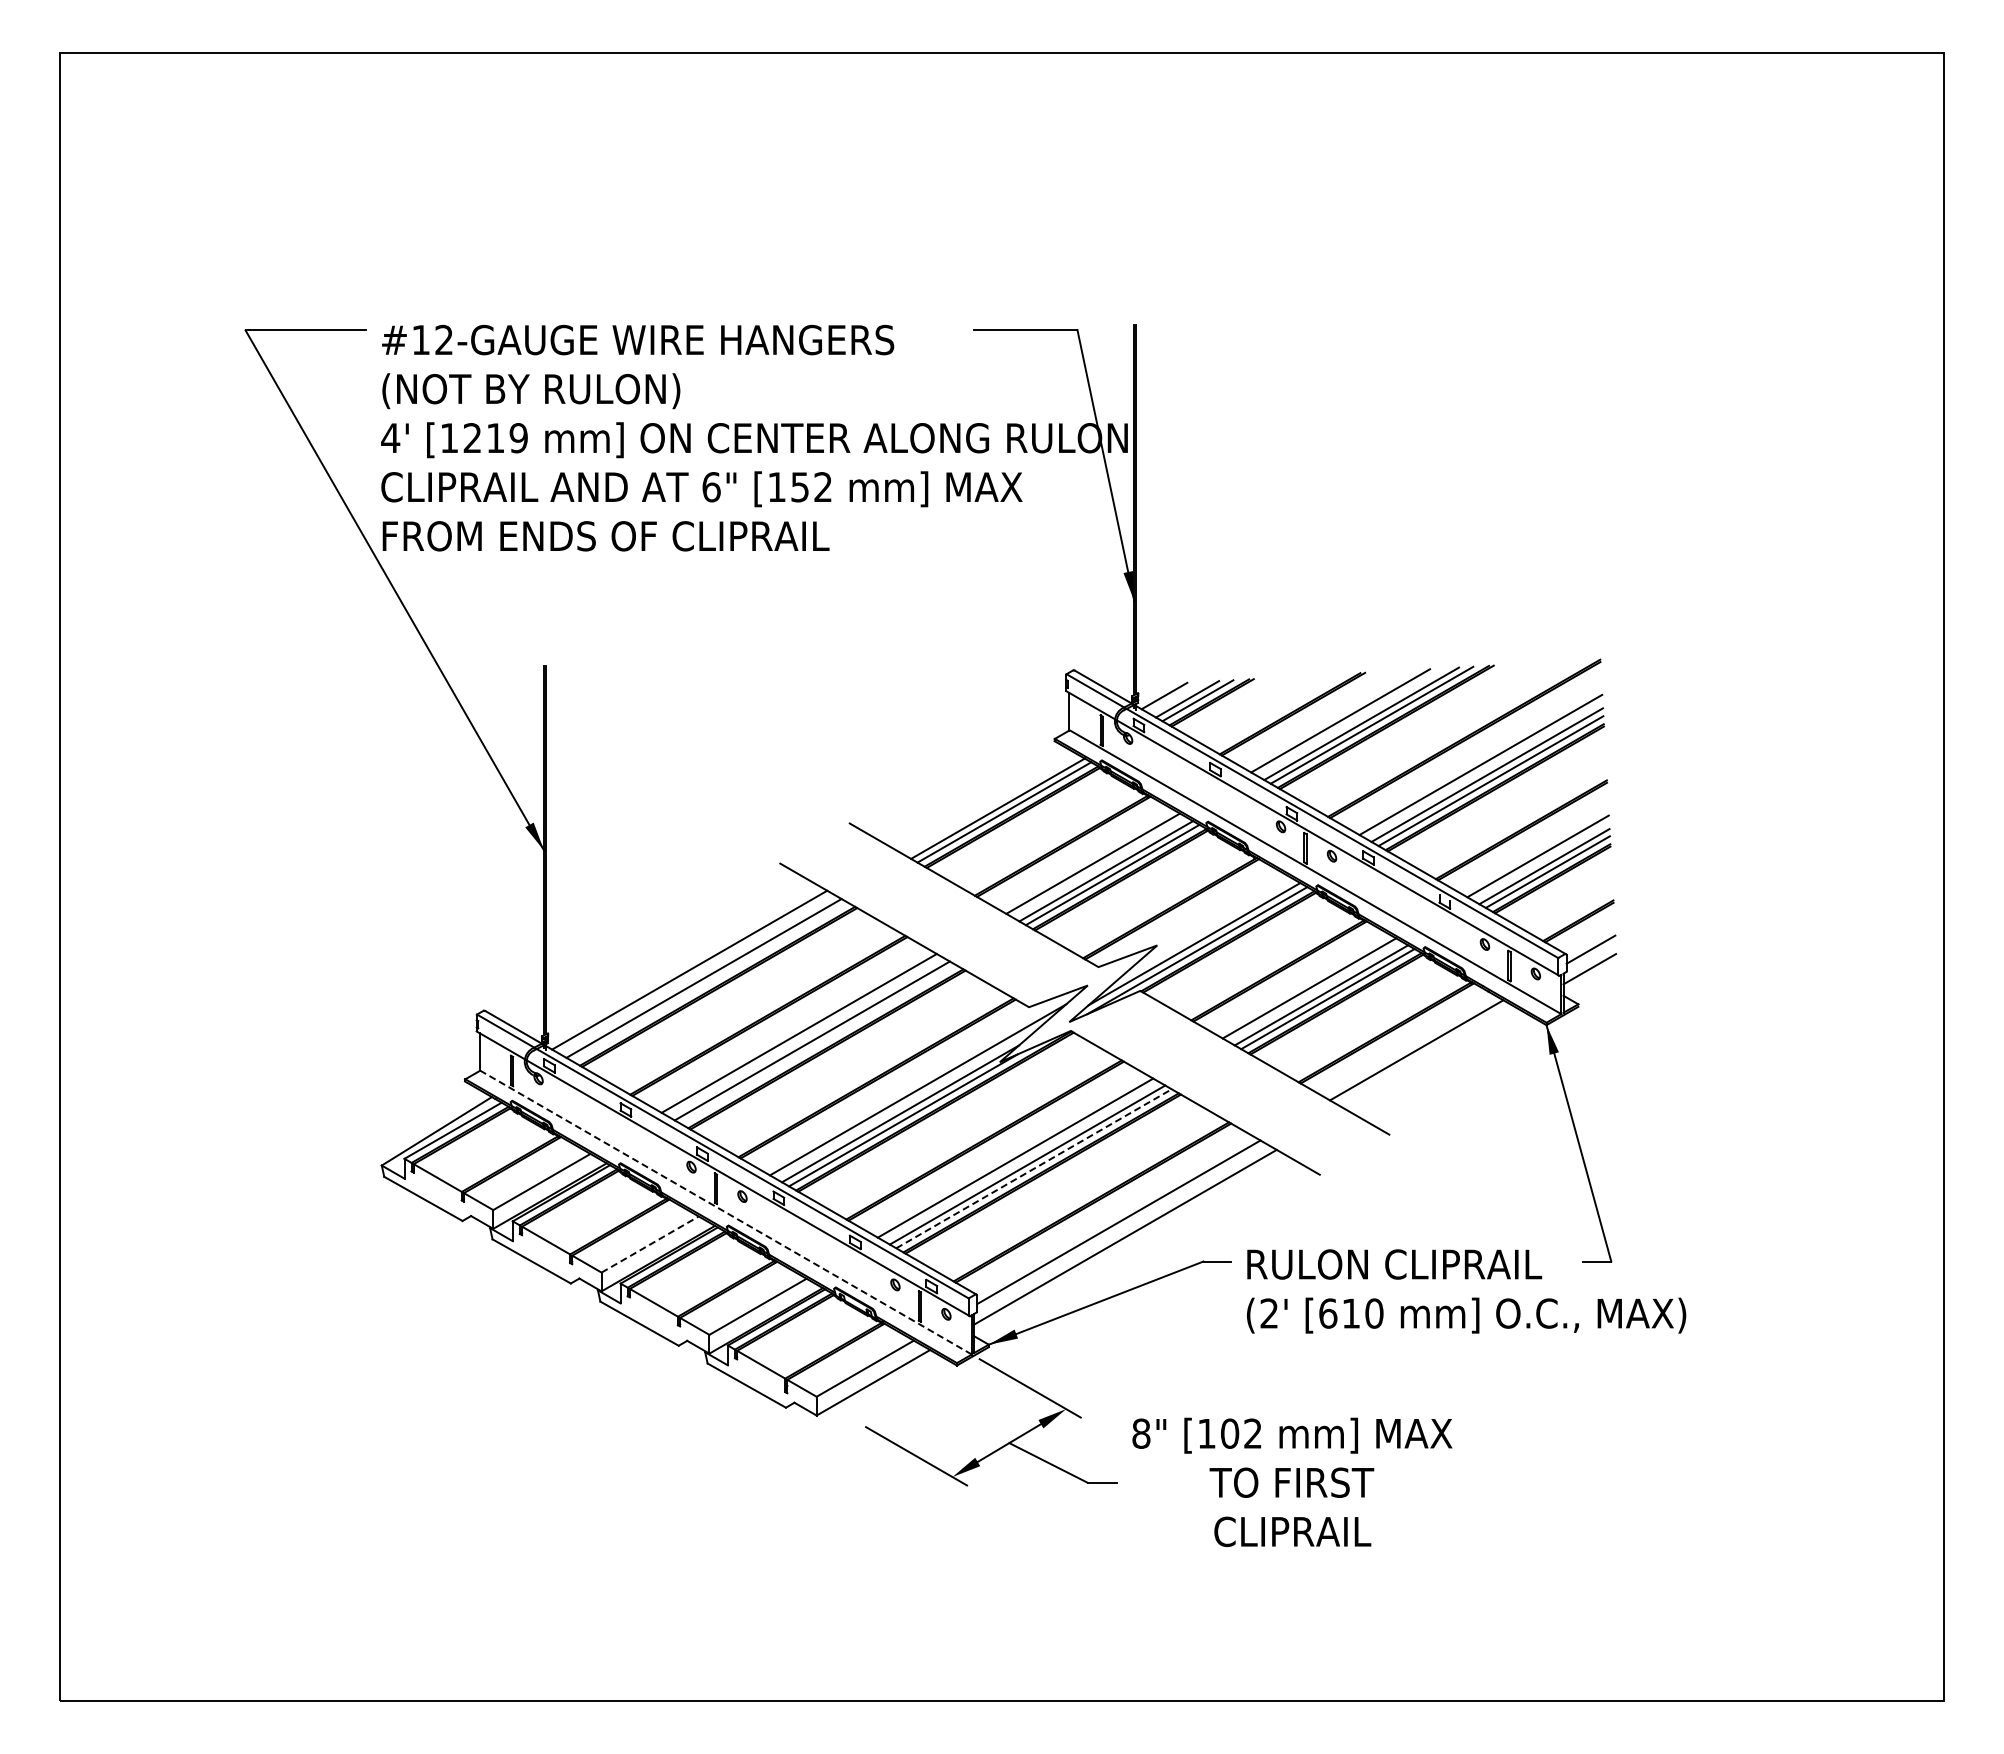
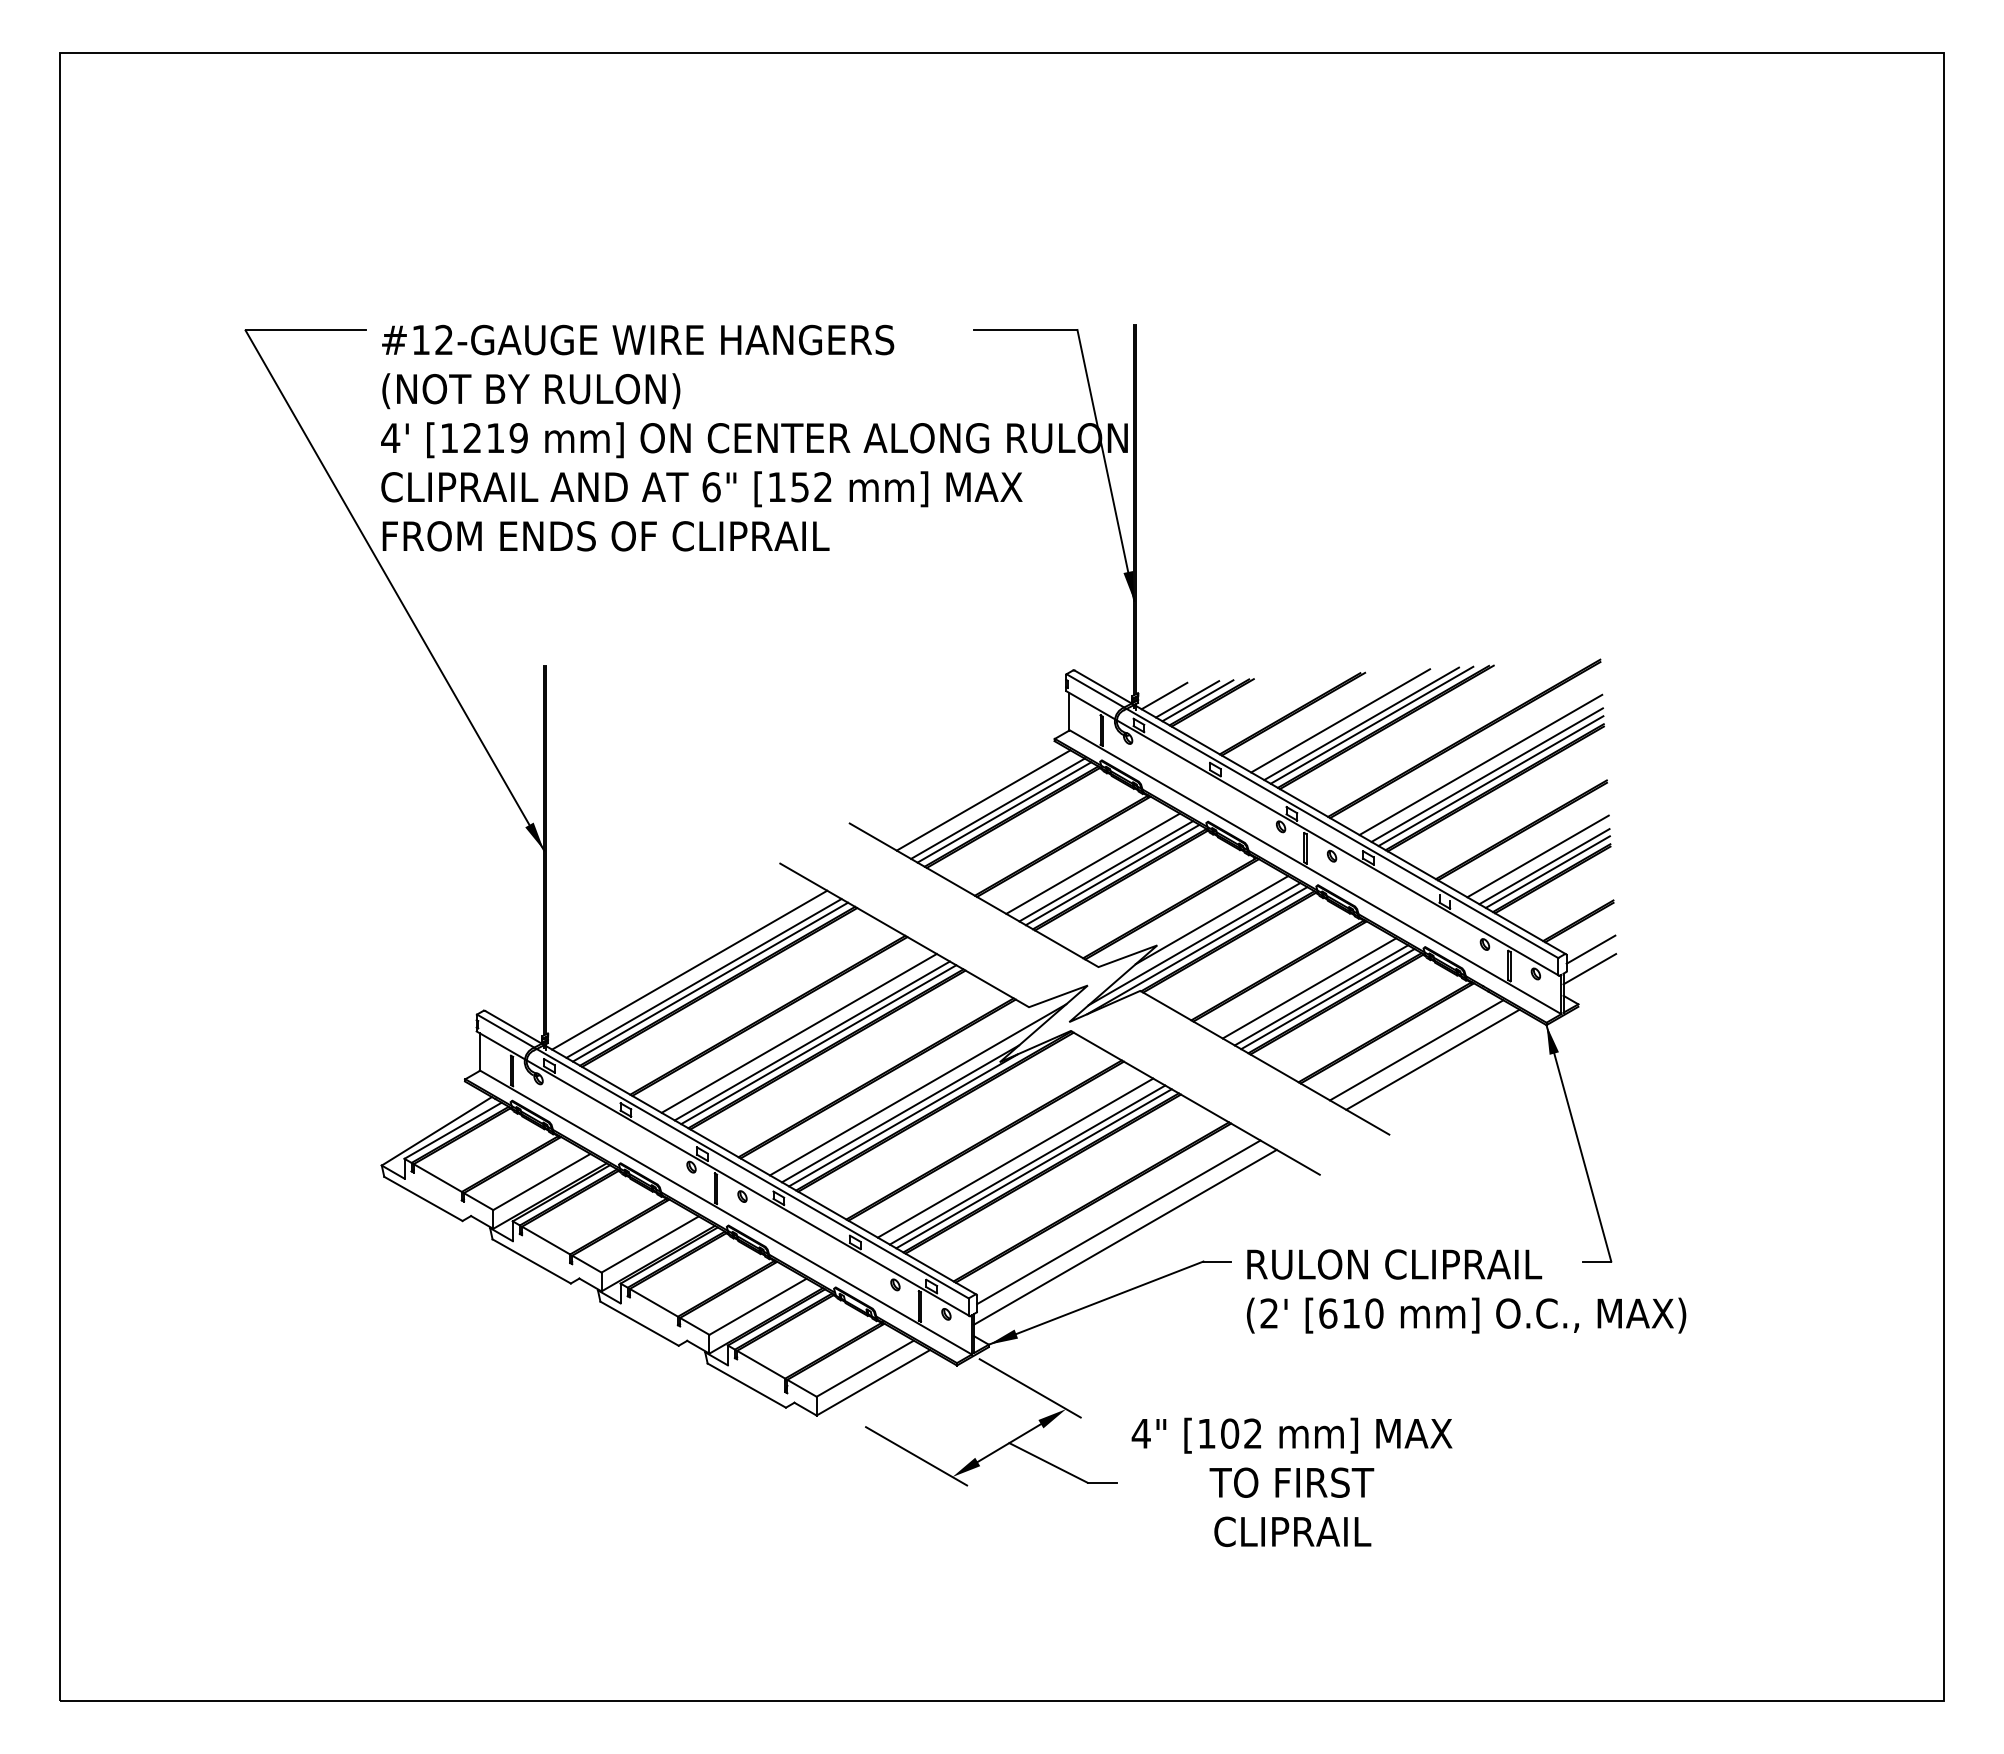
line at (983, 800): none -> present
line at (1211, 920): none -> present
line at (710, 981): none -> present
line at (818, 1044): none -> present
line at (1432, 1059): none -> present
line at (1034, 1168): dashed -> solid
line at (725, 1212): dashed -> solid
line at (650, 1244): dashed -> solid
text at (1140, 1433): 8" -> 4"
